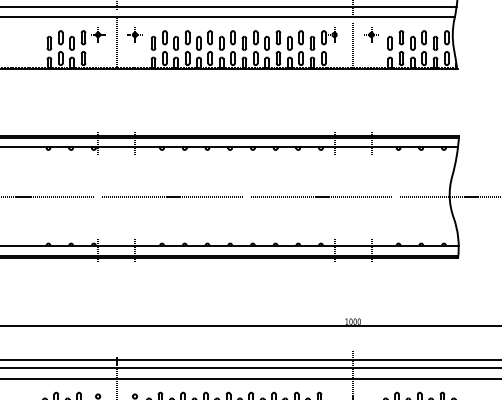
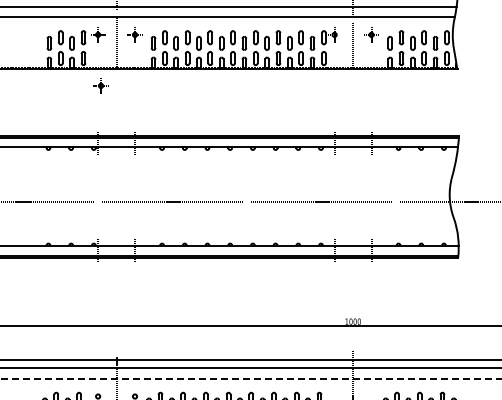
part at (100, 85): none -> present
line at (250, 196) position: (250, 196) -> (250, 201)
line at (251, 378): solid -> dashed
